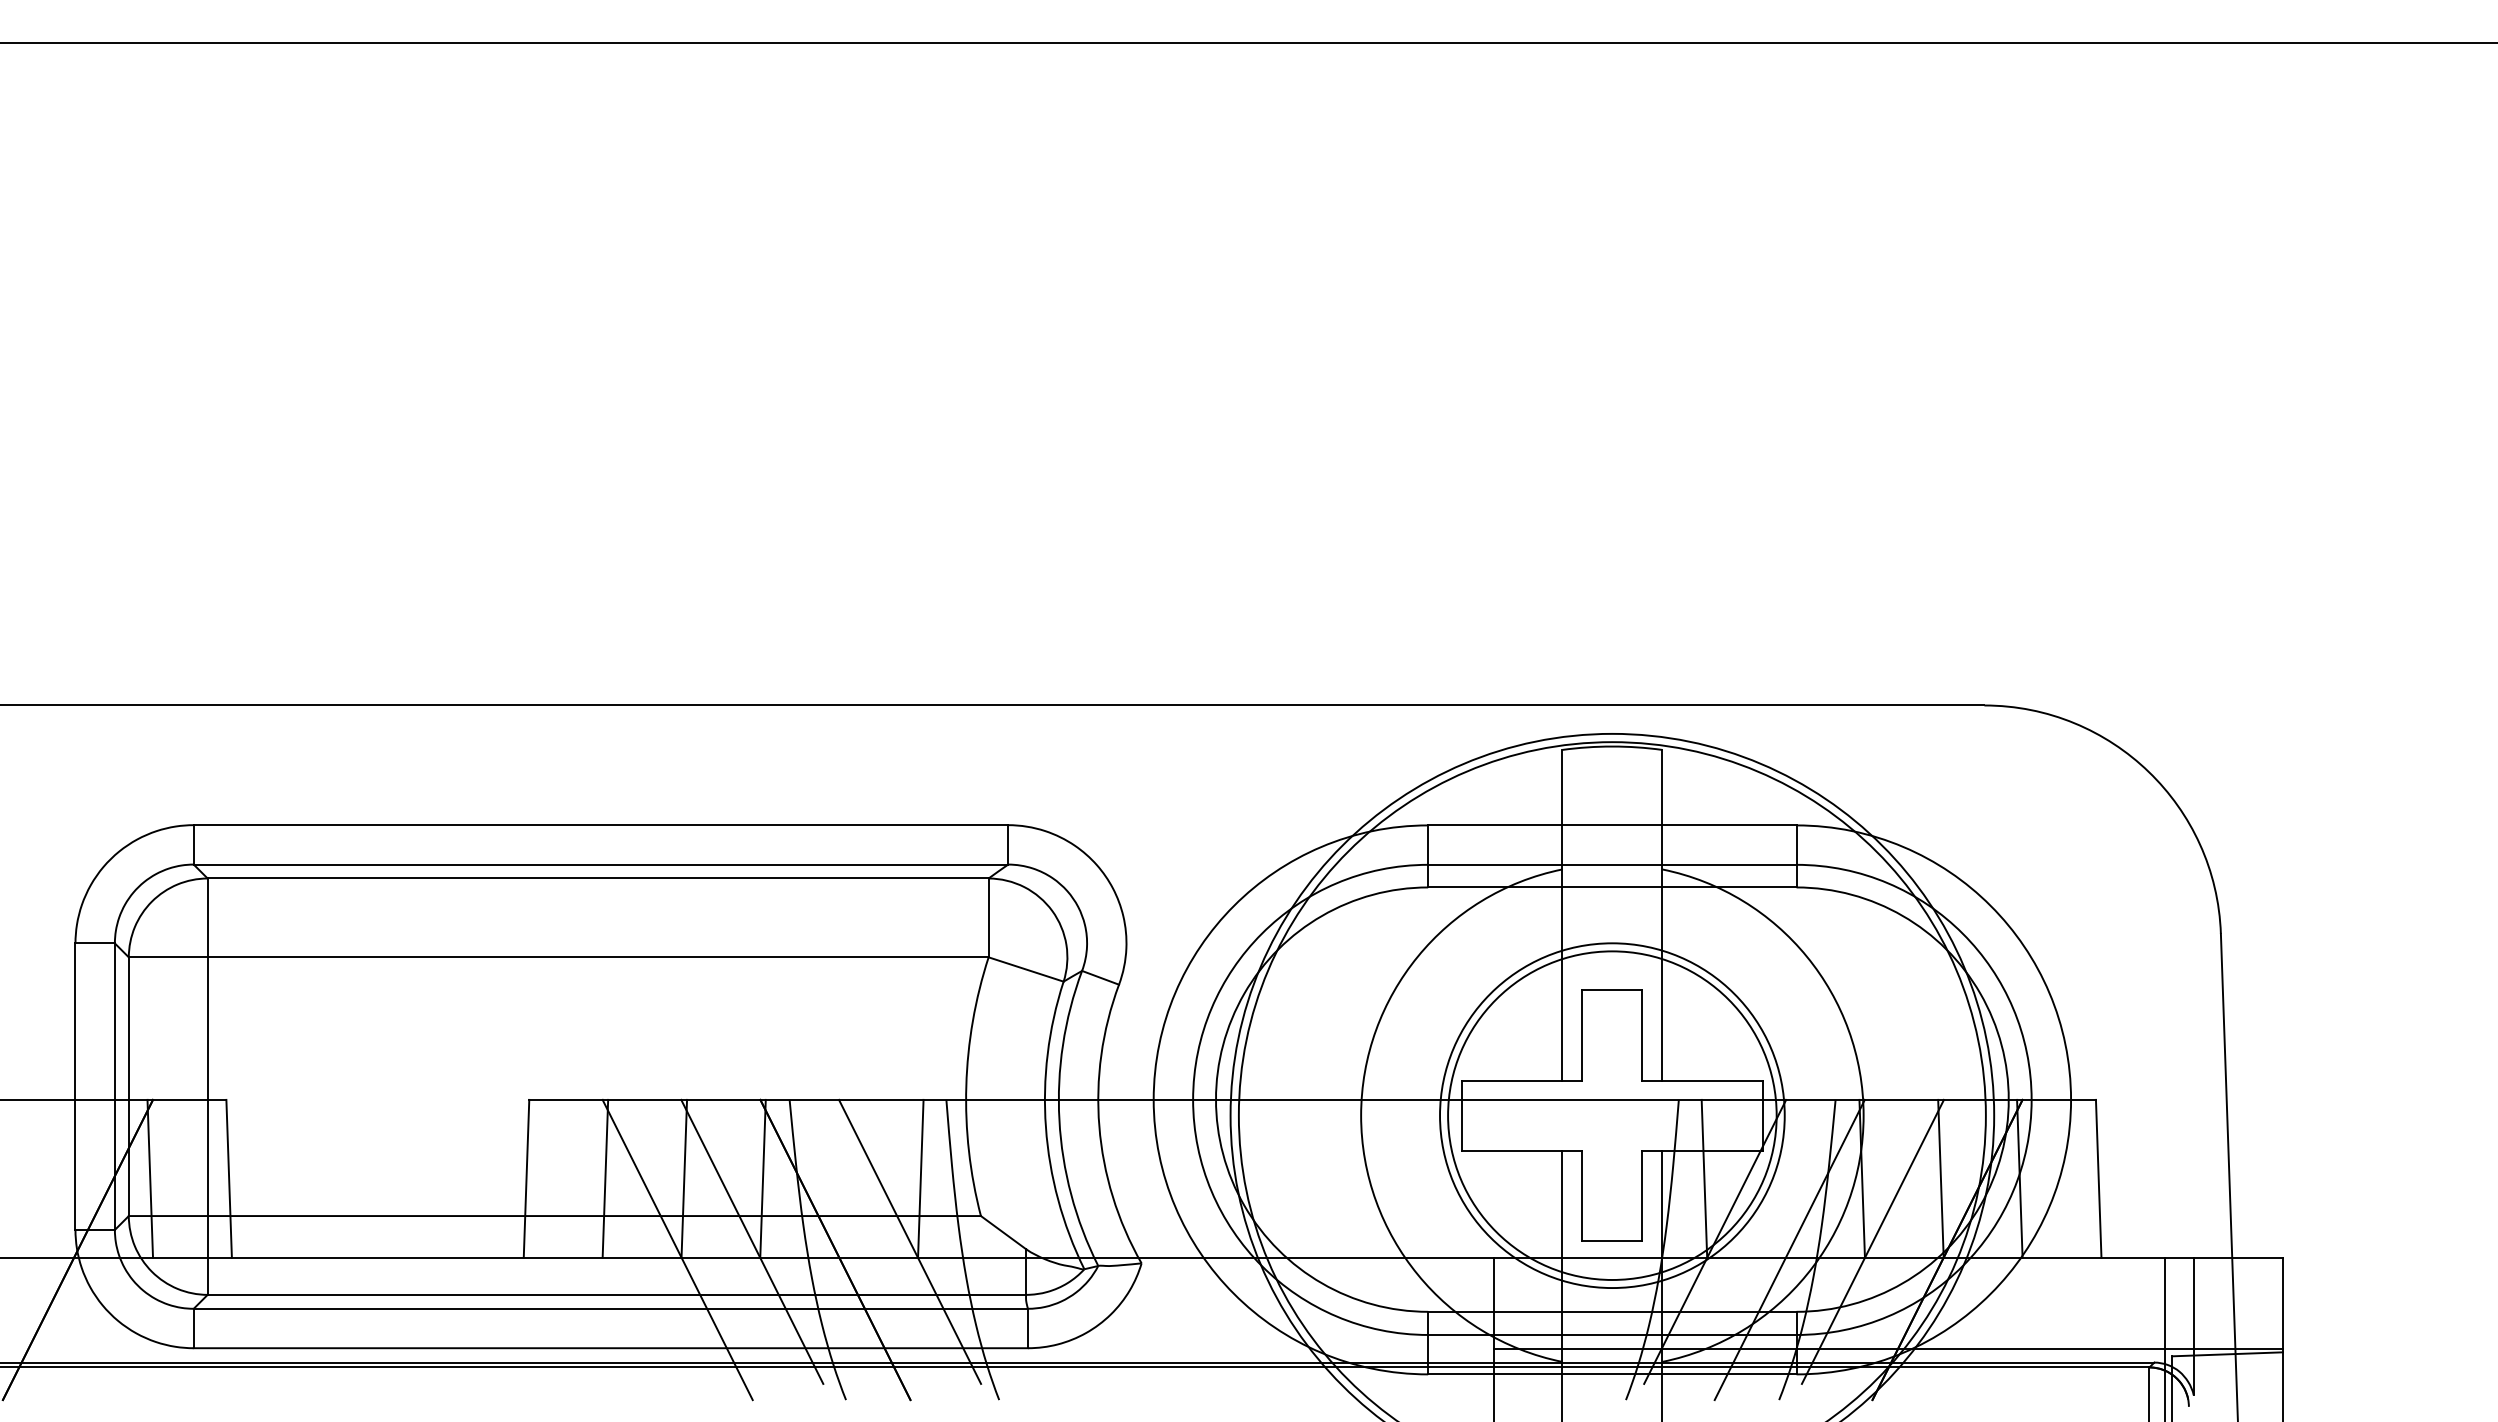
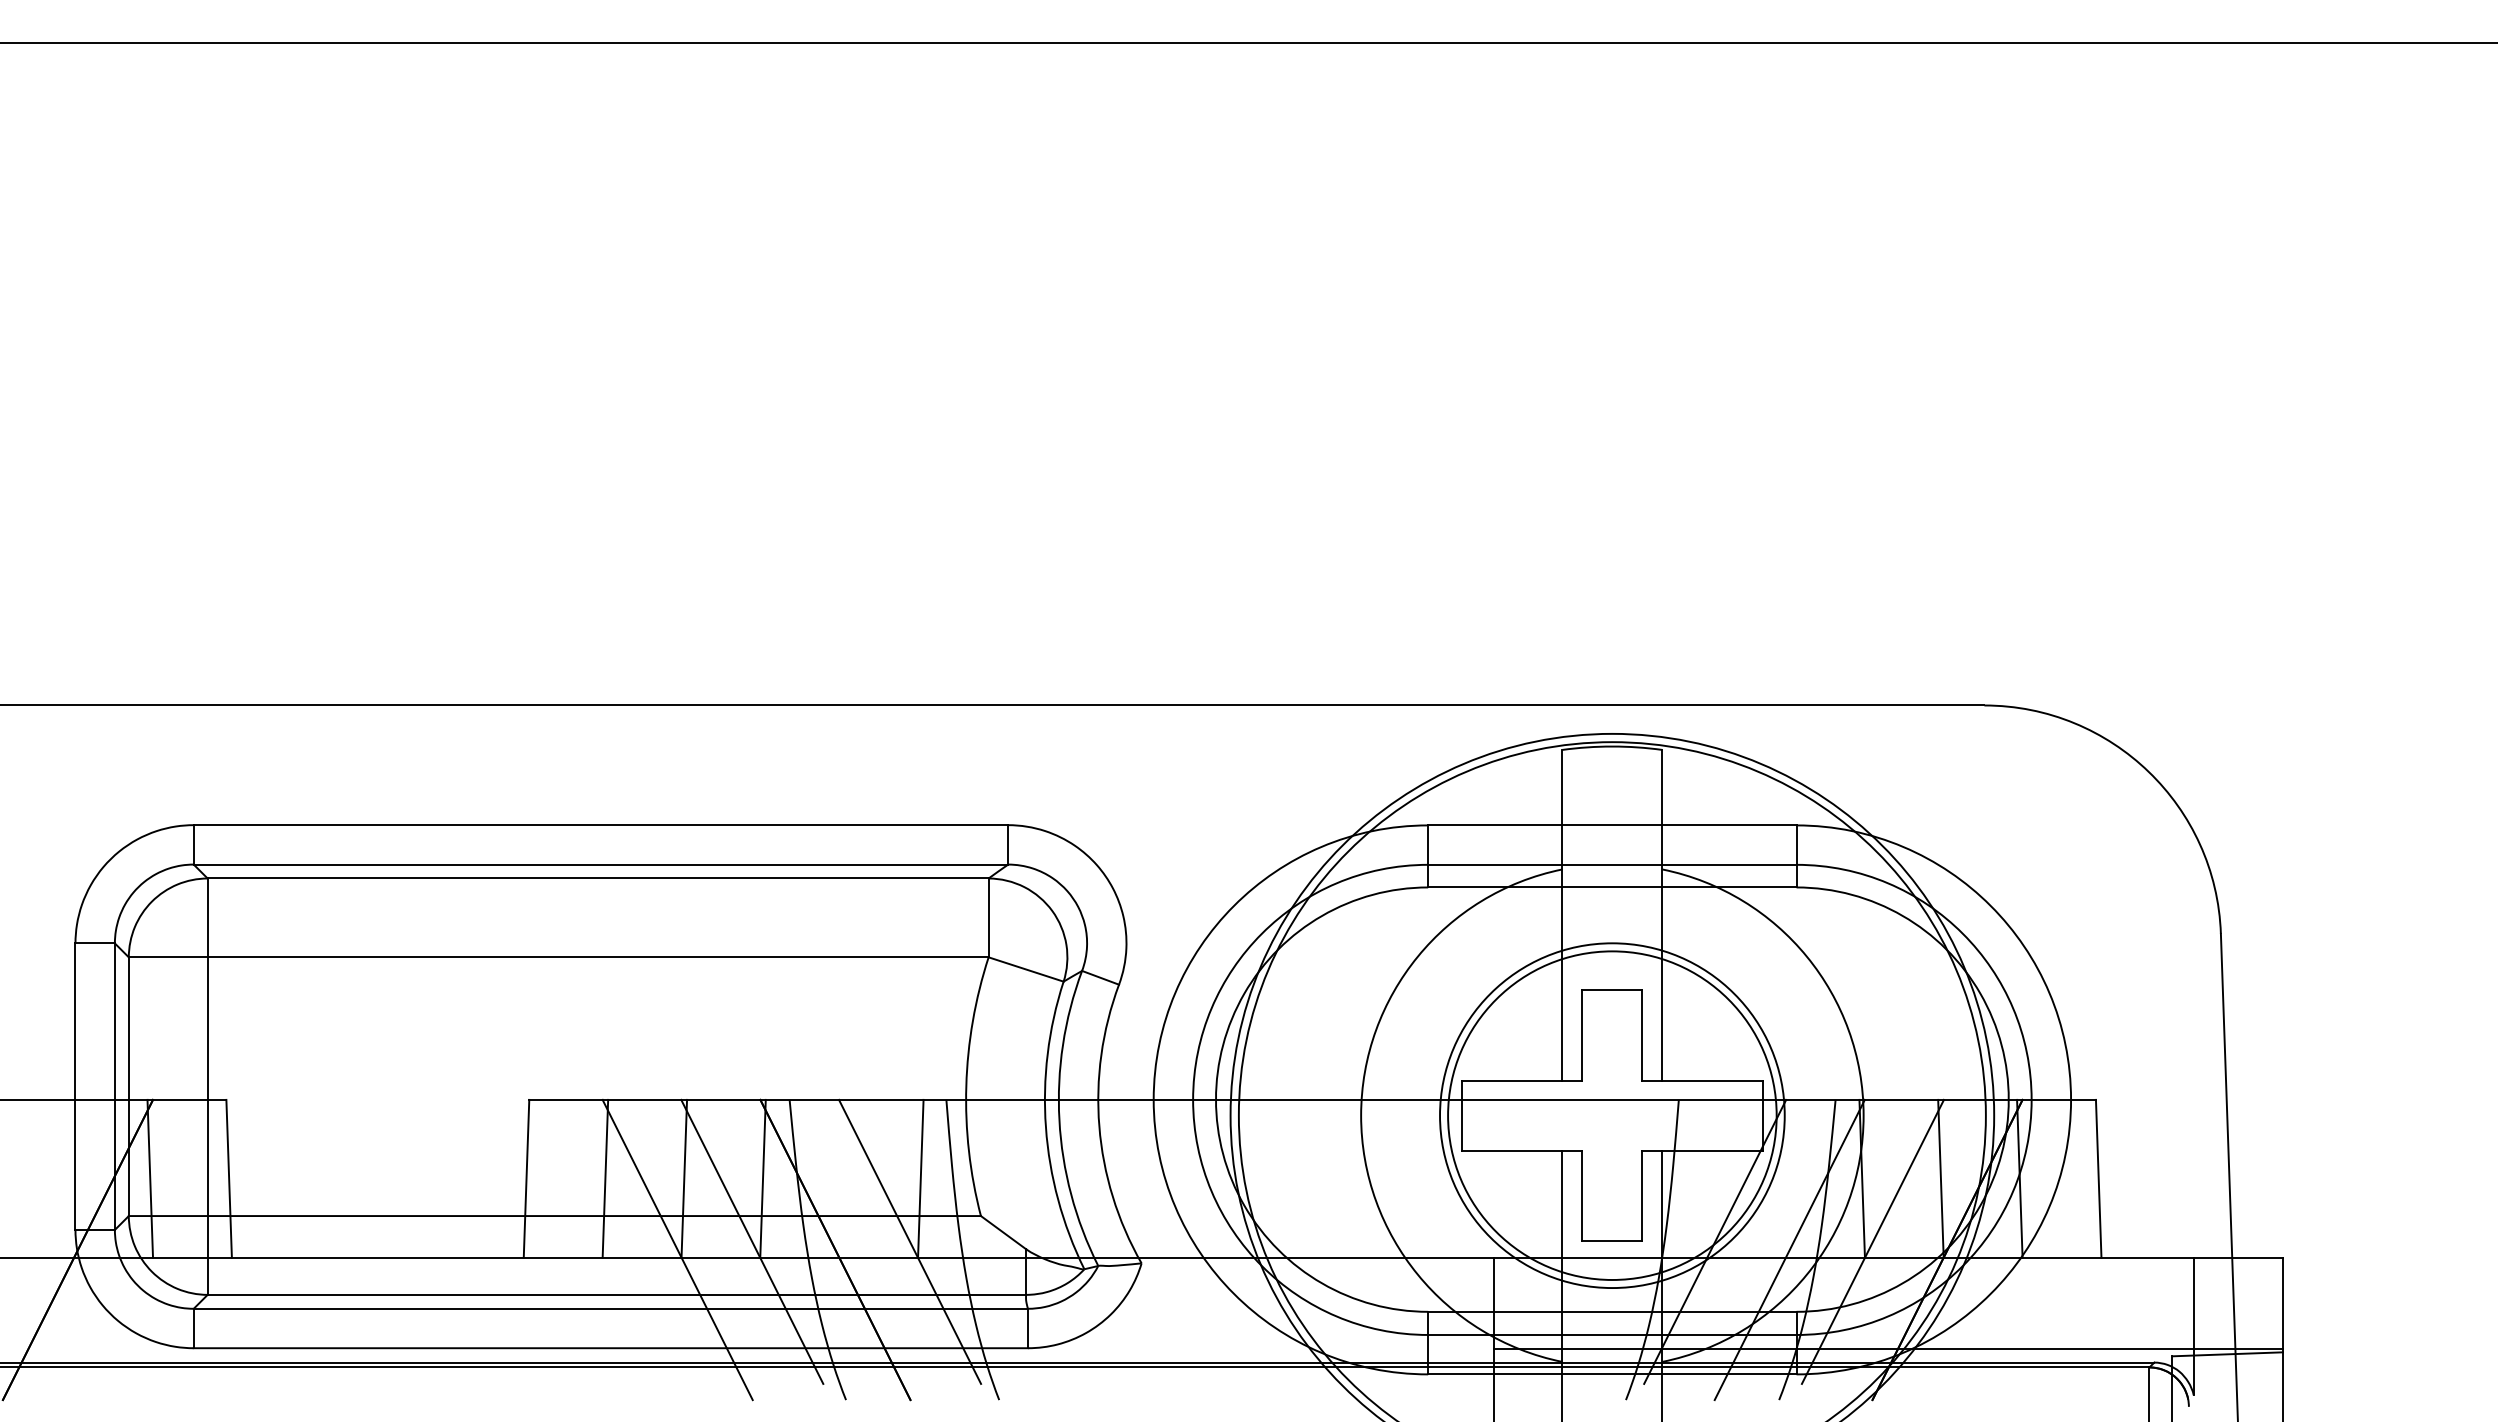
line at (1704, 1178): present -> none
line at (2164, 1337): present -> none
